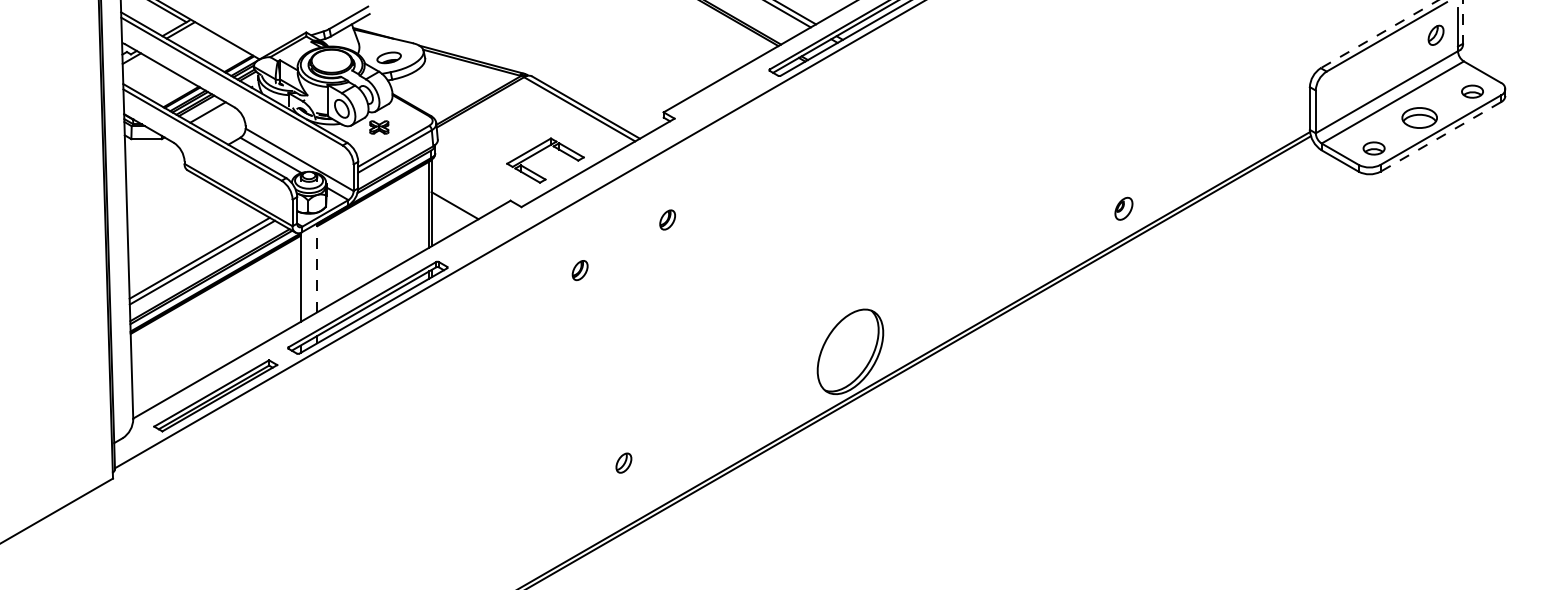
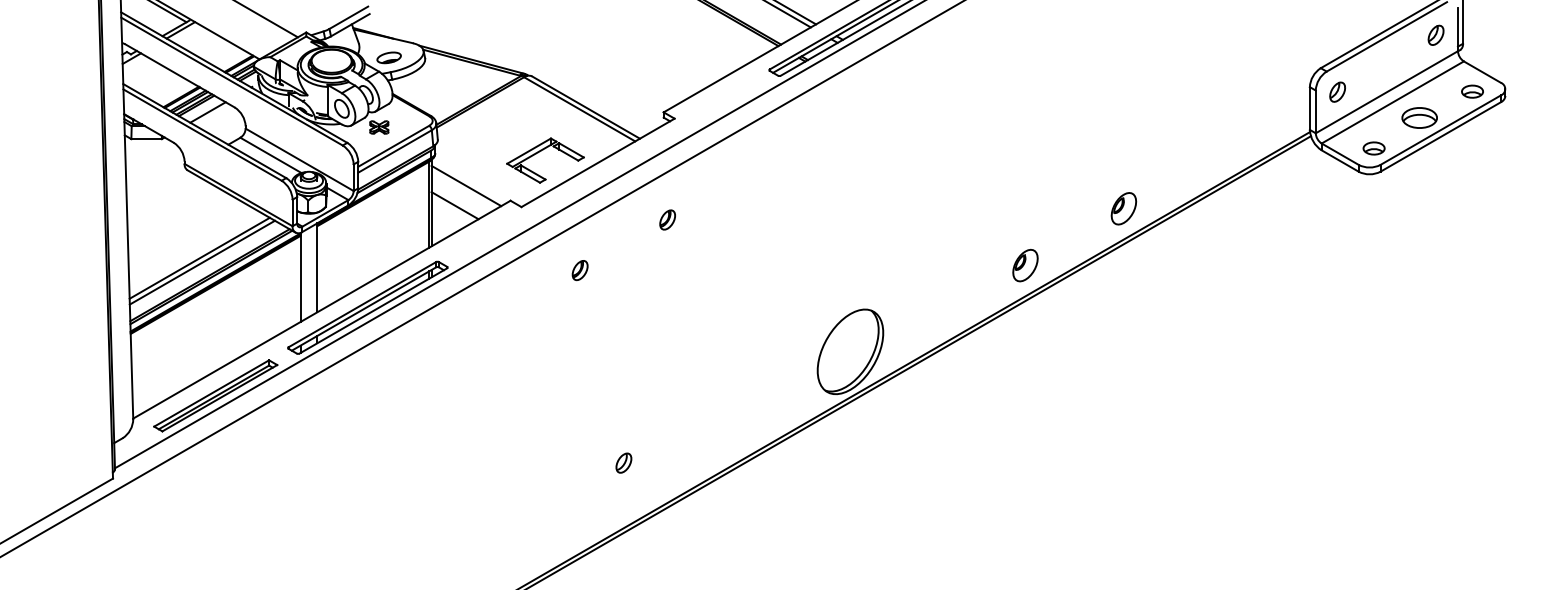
line at (267, 19): none -> present
line at (1463, 22): dashed -> solid
line at (1379, 34): dashed -> solid
part at (1337, 91): none -> present
line at (1440, 137): dashed -> solid
line at (466, 185): none -> present
part at (1123, 208) size: 20x25 px -> 28x34 px
part at (1025, 265): none -> present
line at (317, 267): dashed -> solid
line at (481, 278): none -> present
